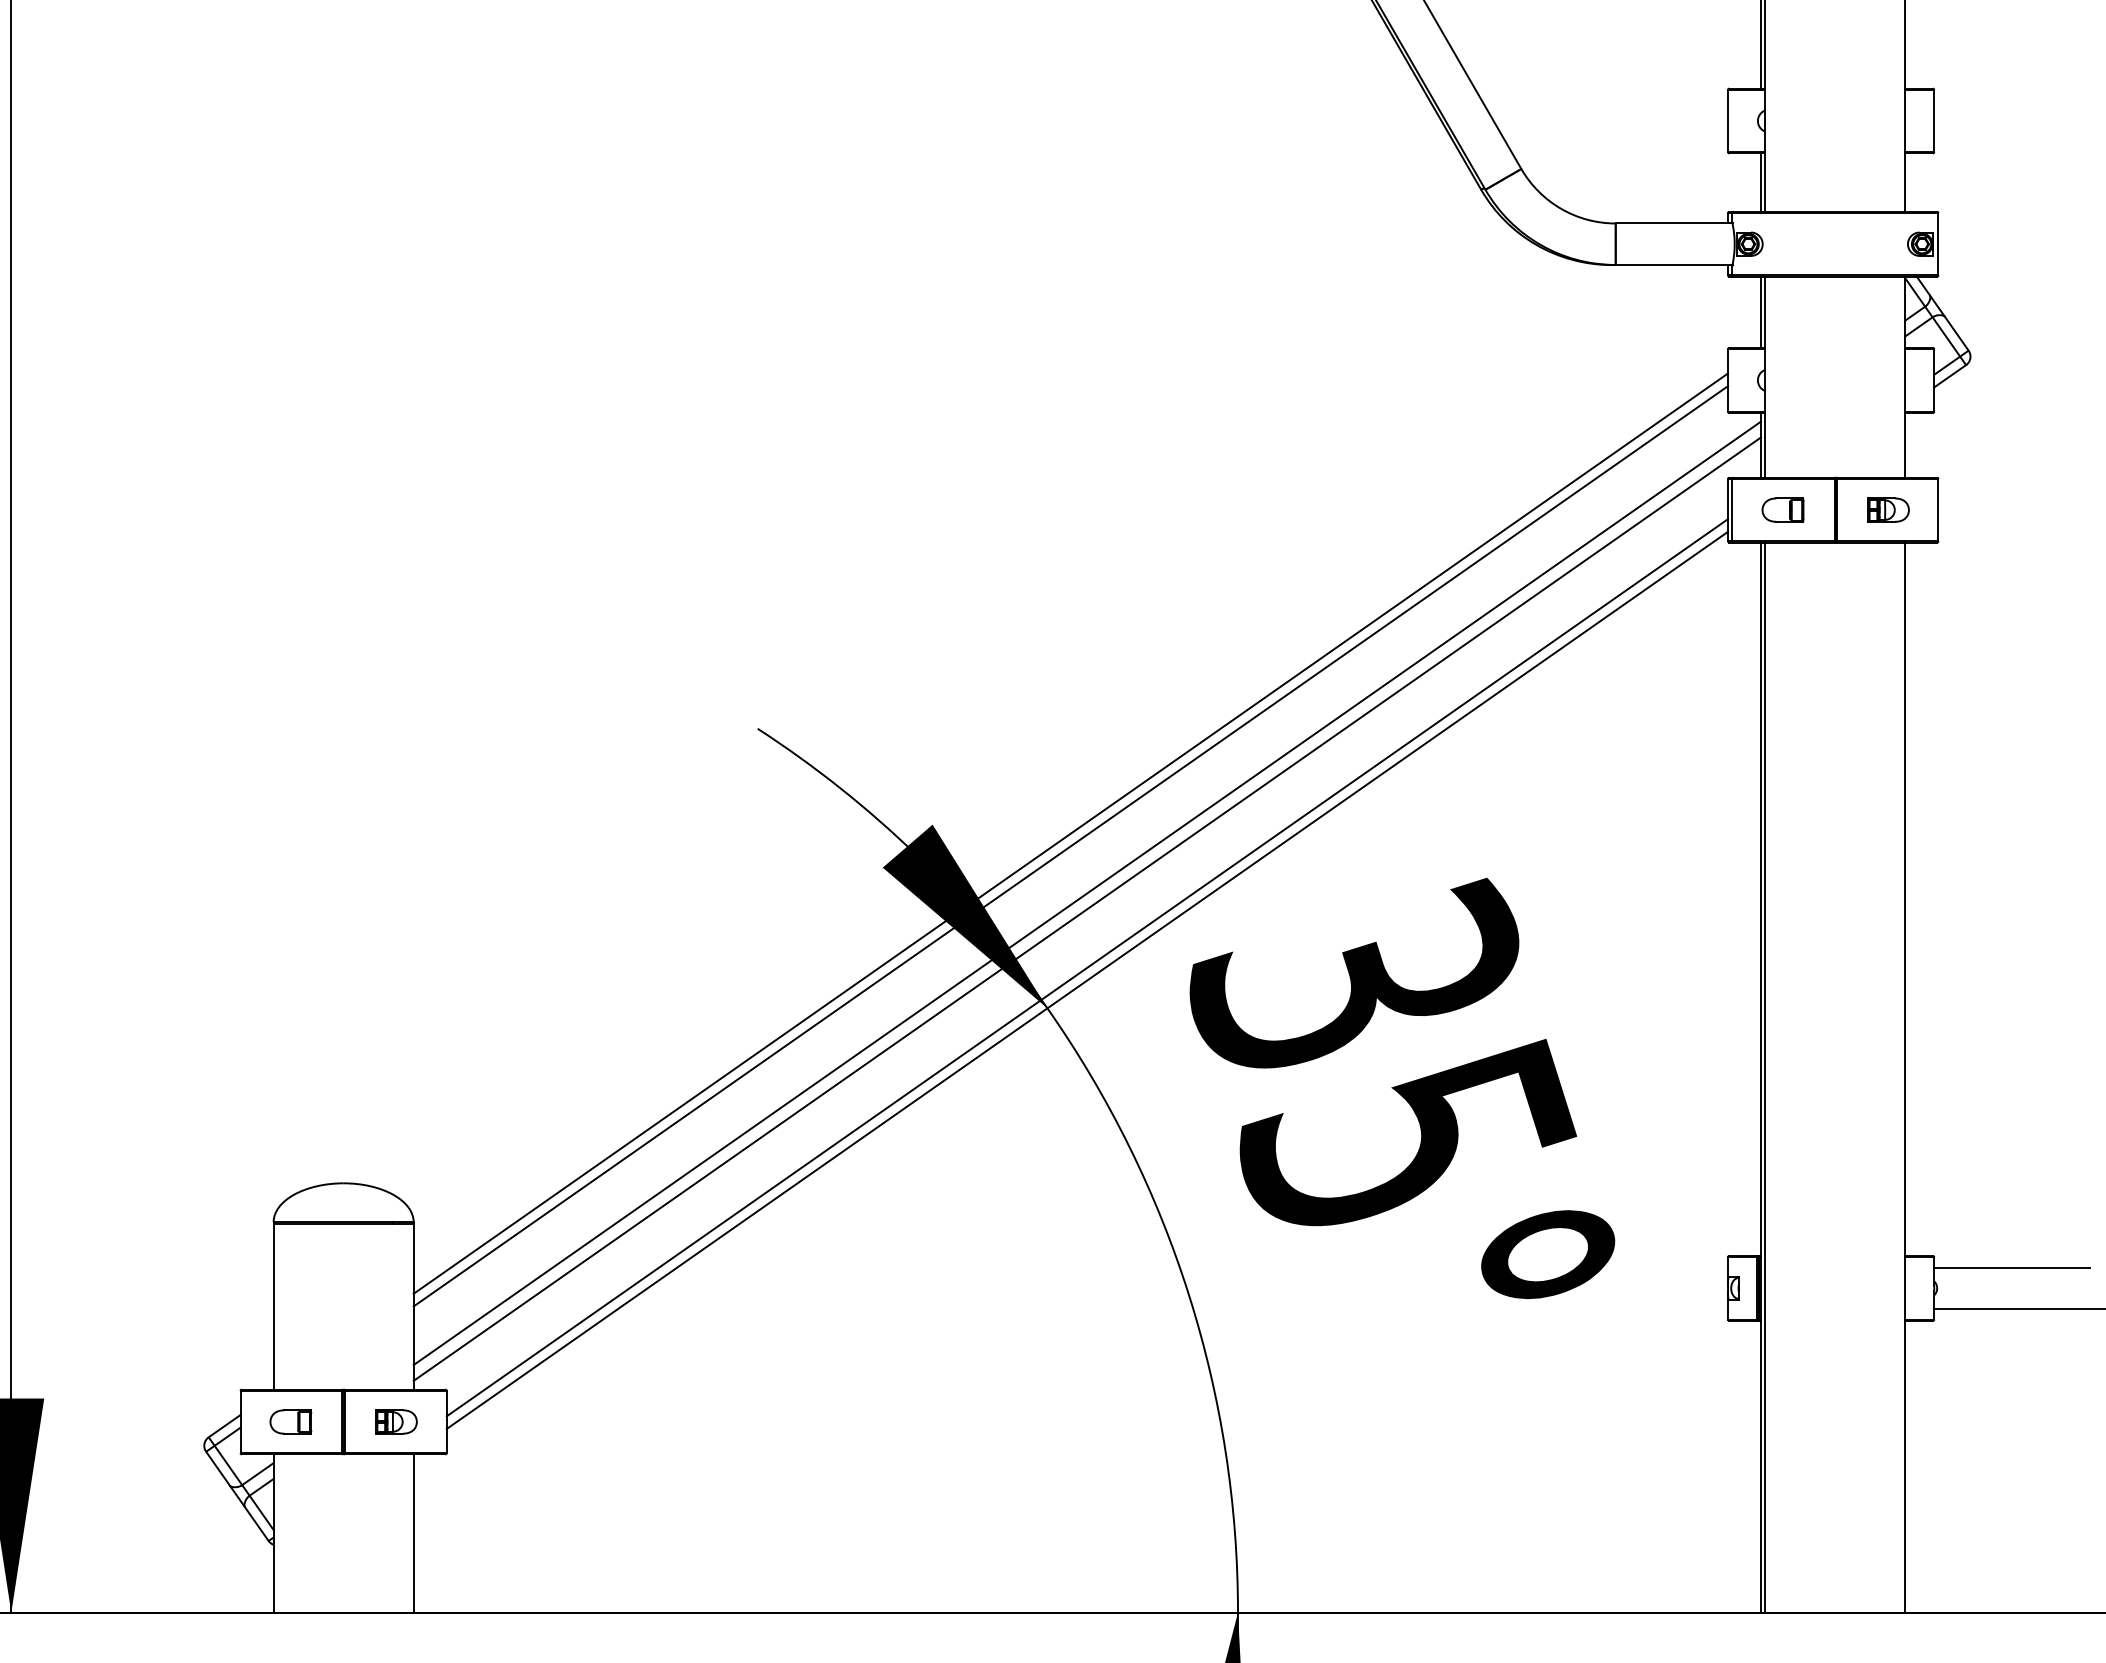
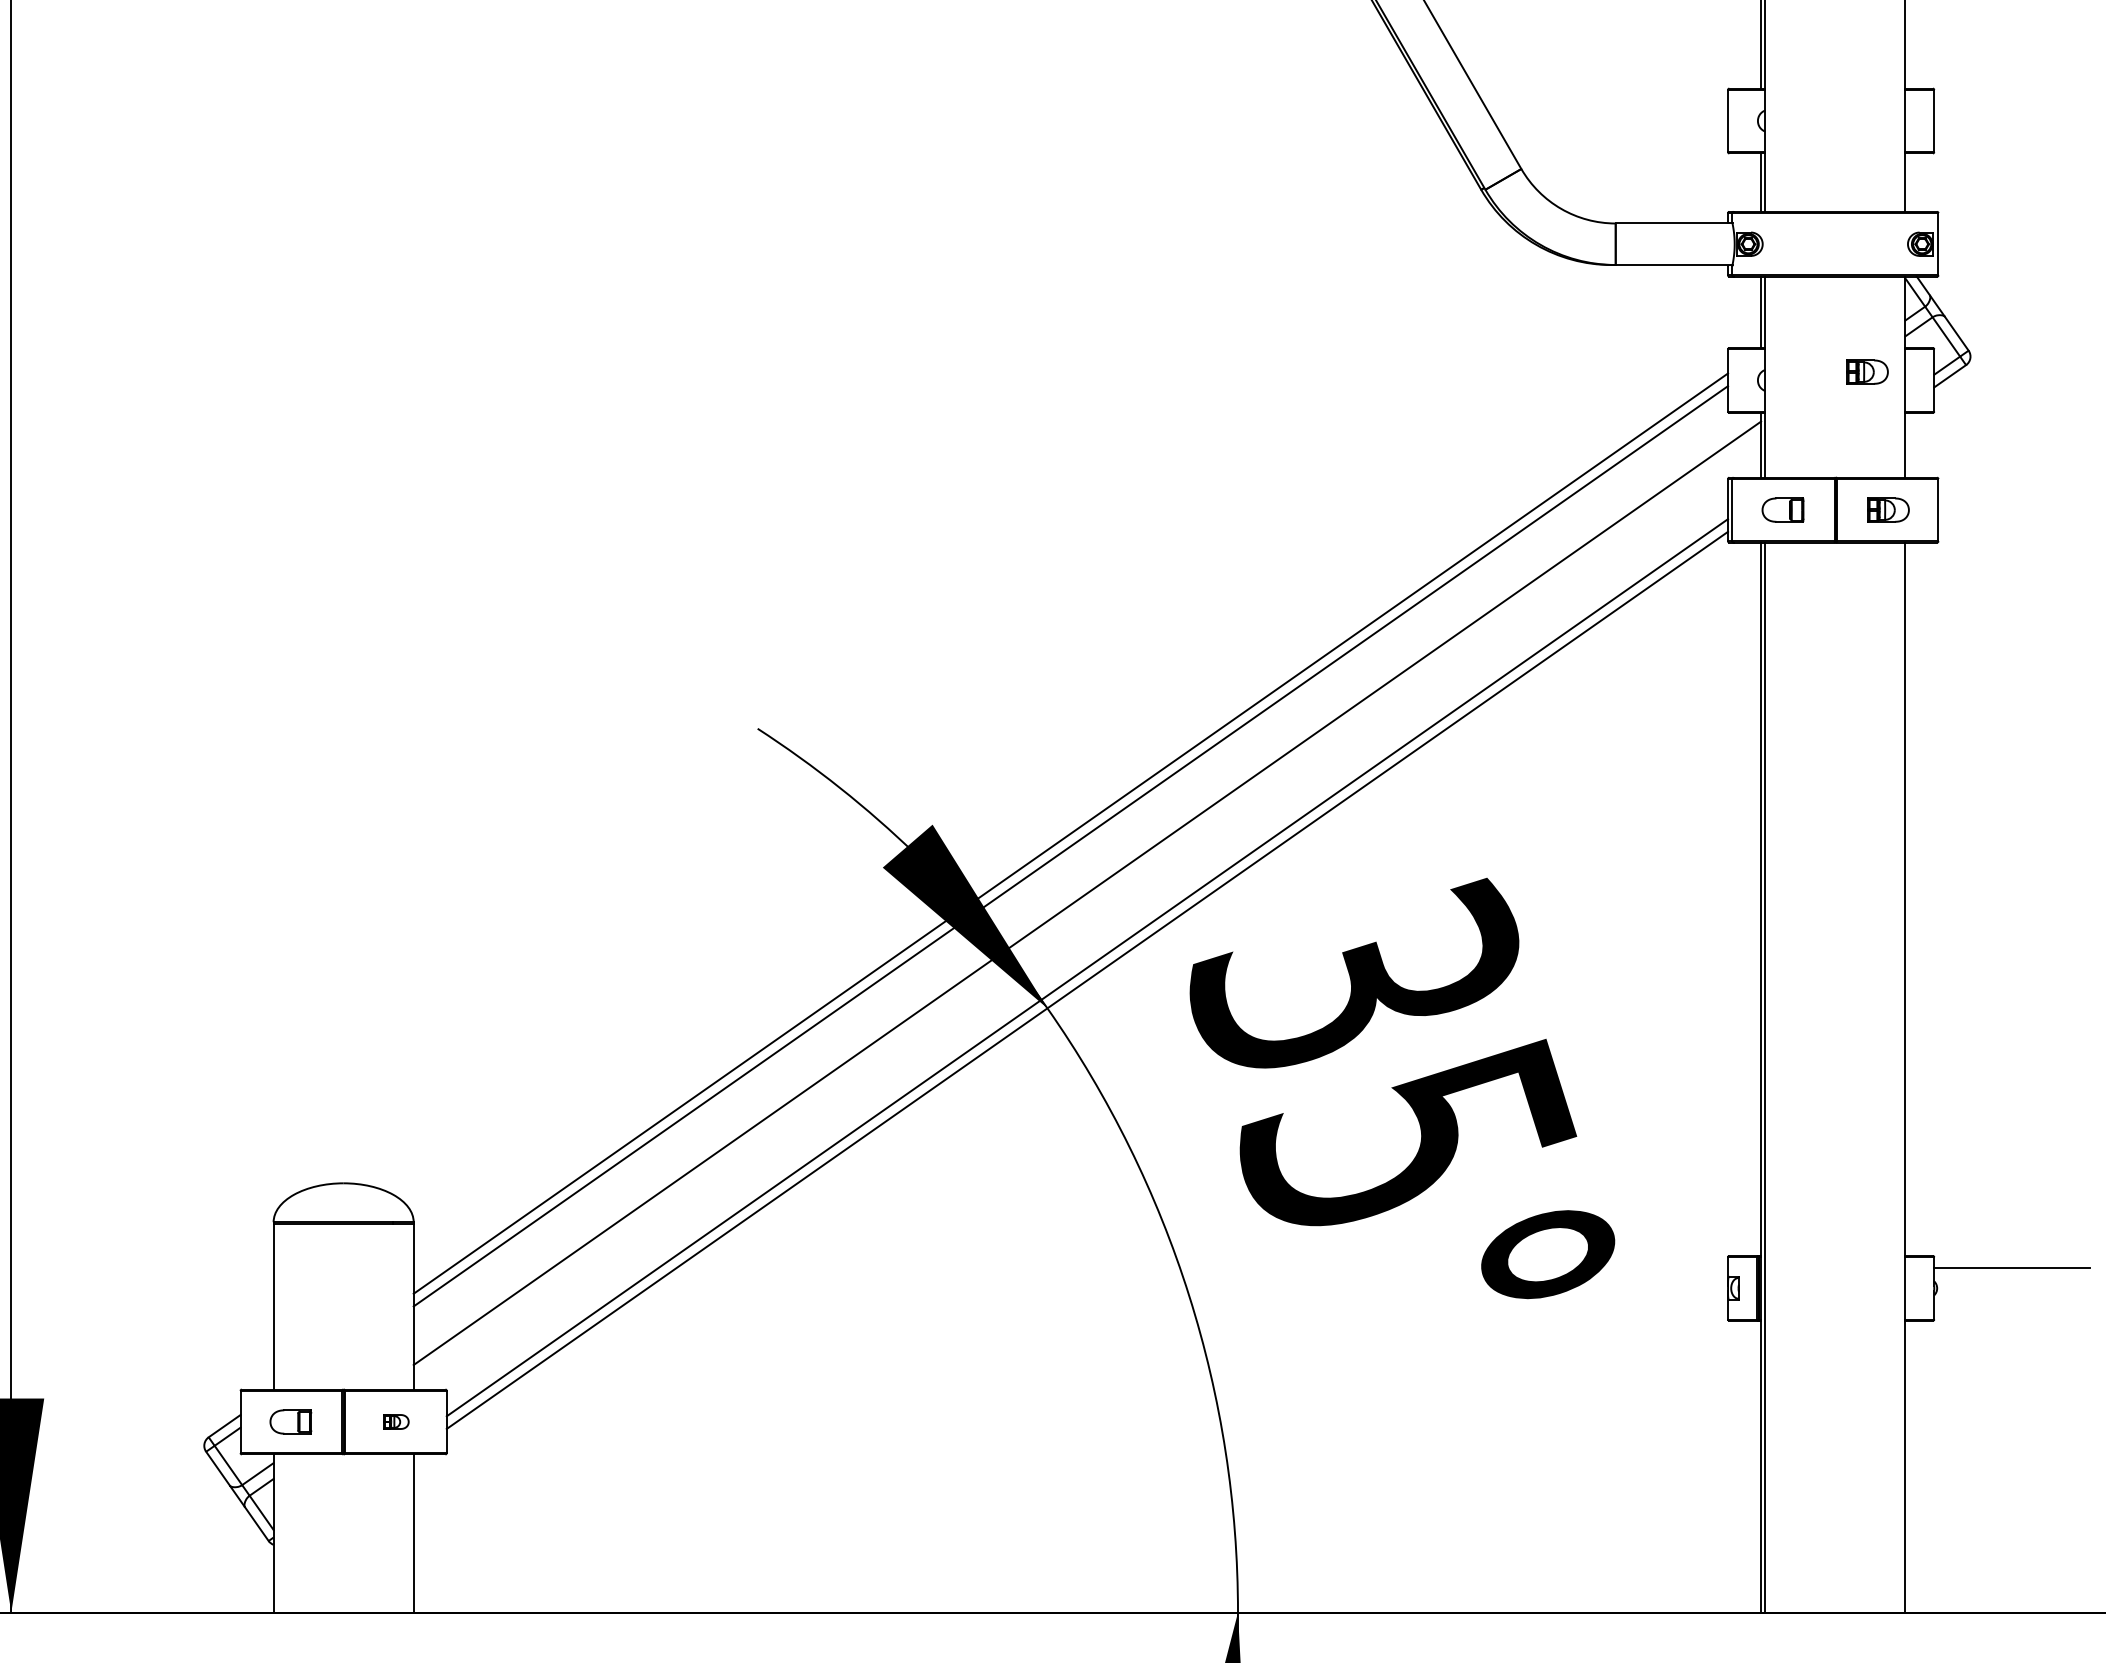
part at (1867, 371): none -> present
line at (1087, 908): present -> none
line at (2018, 1309): present -> none
part at (396, 1421) size: 43x26 px -> 27x16 px
